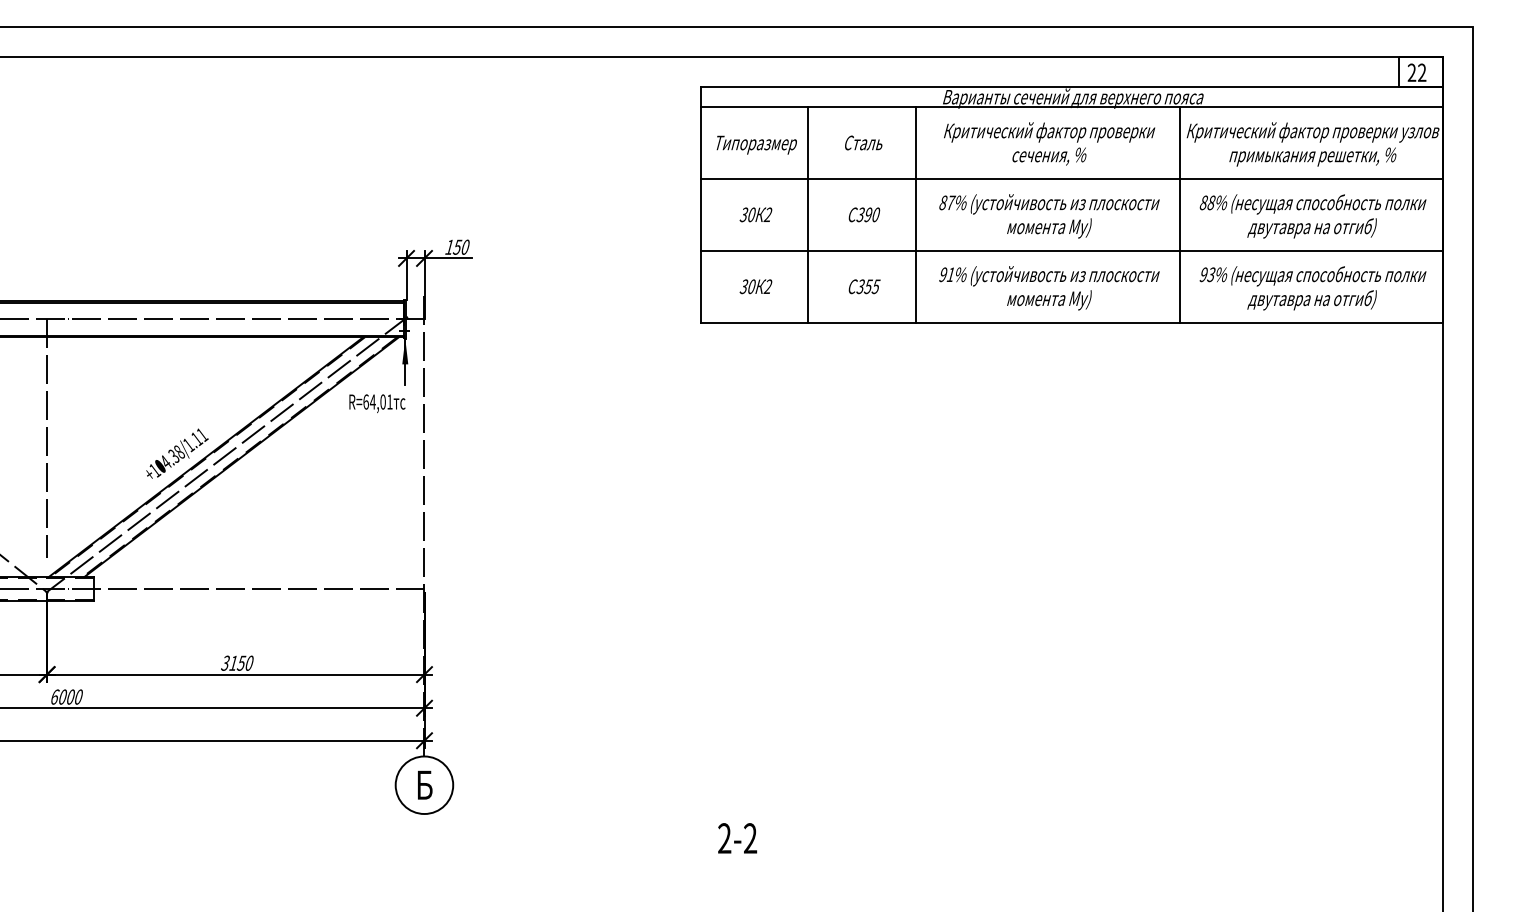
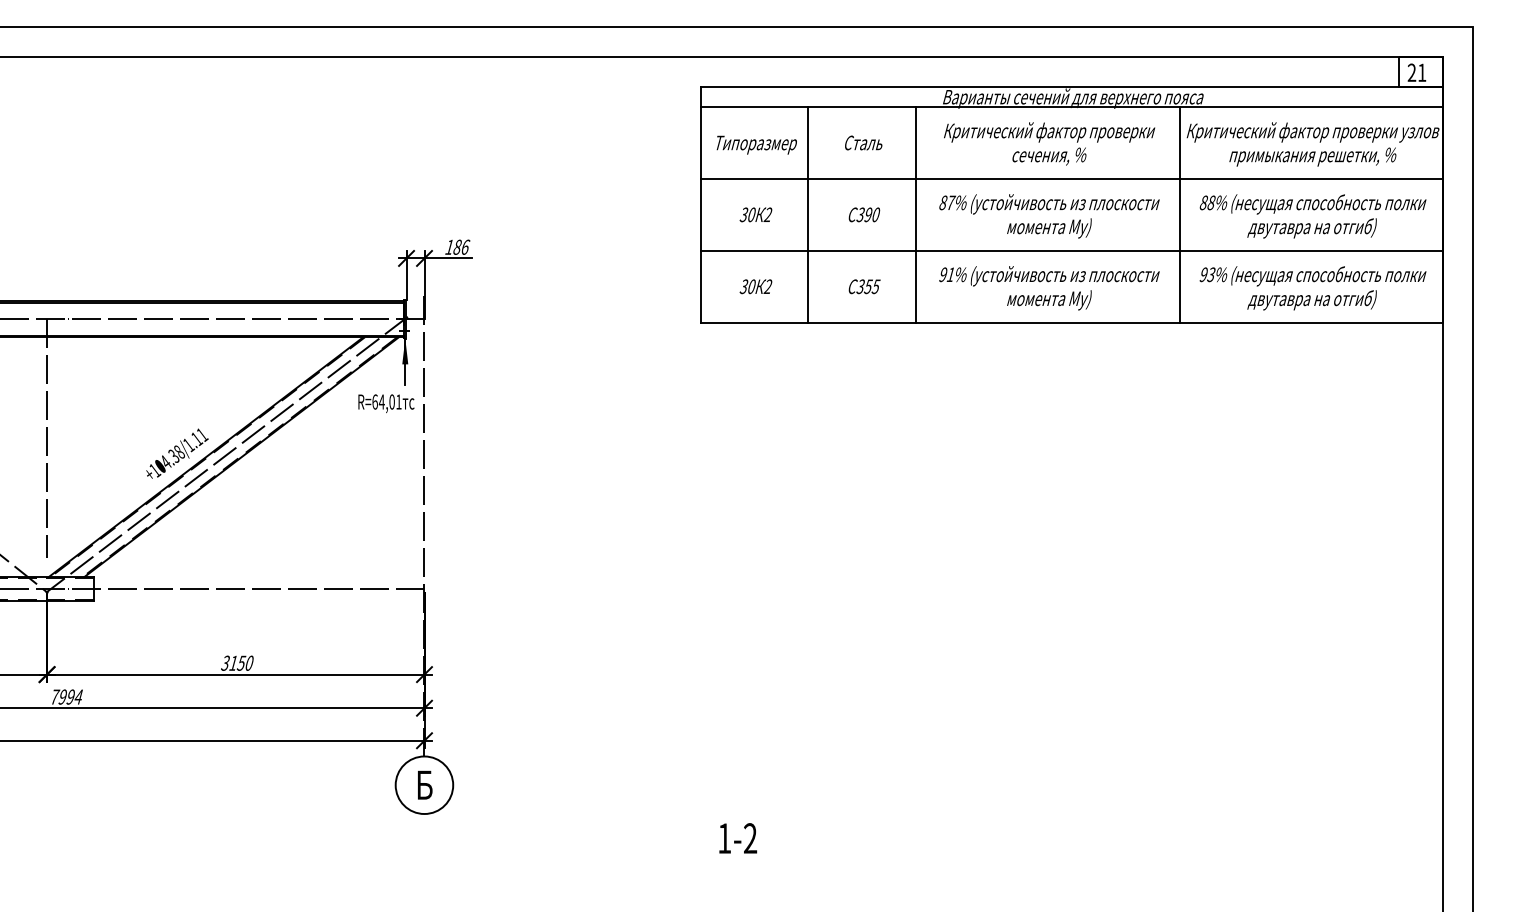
text at (1422, 72): 22 -> 21
text at (461, 246): 150 -> 186
text at (377, 403) position: (377, 403) -> (386, 403)
text at (66, 696): 6000 -> 7994
text at (724, 838): 2-2 -> 1-2
